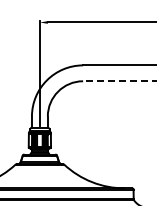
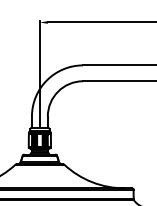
line at (119, 81): dashed -> solid
